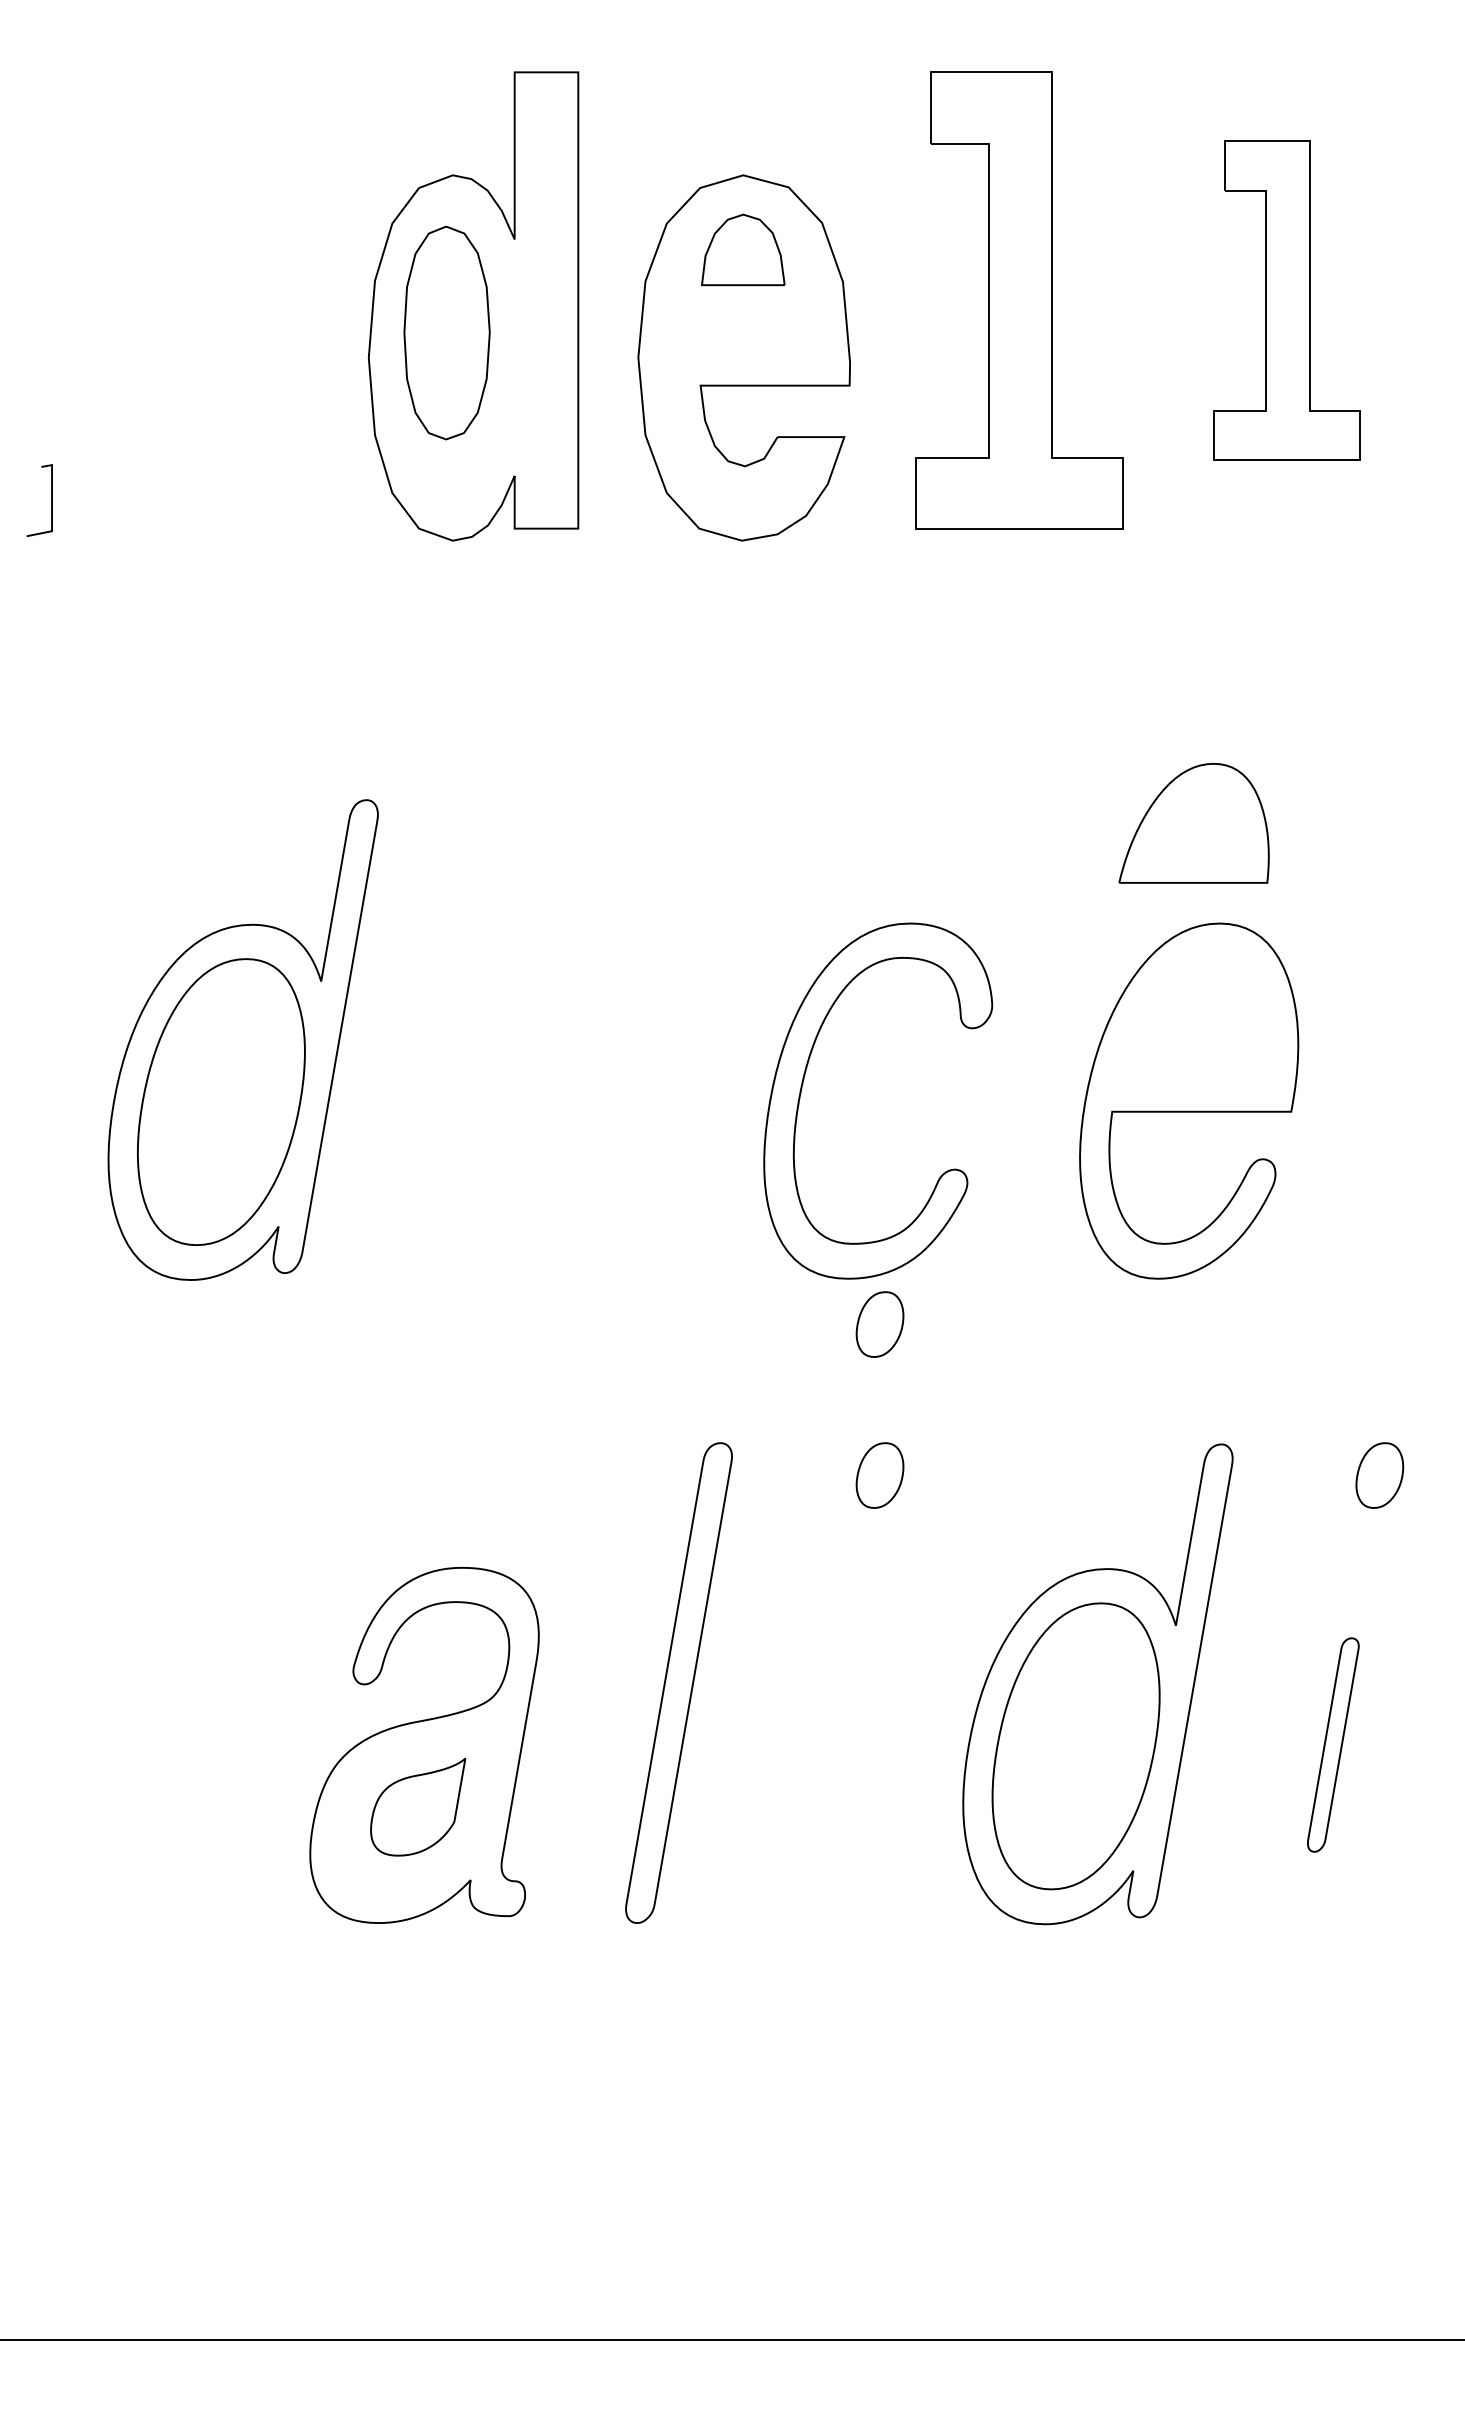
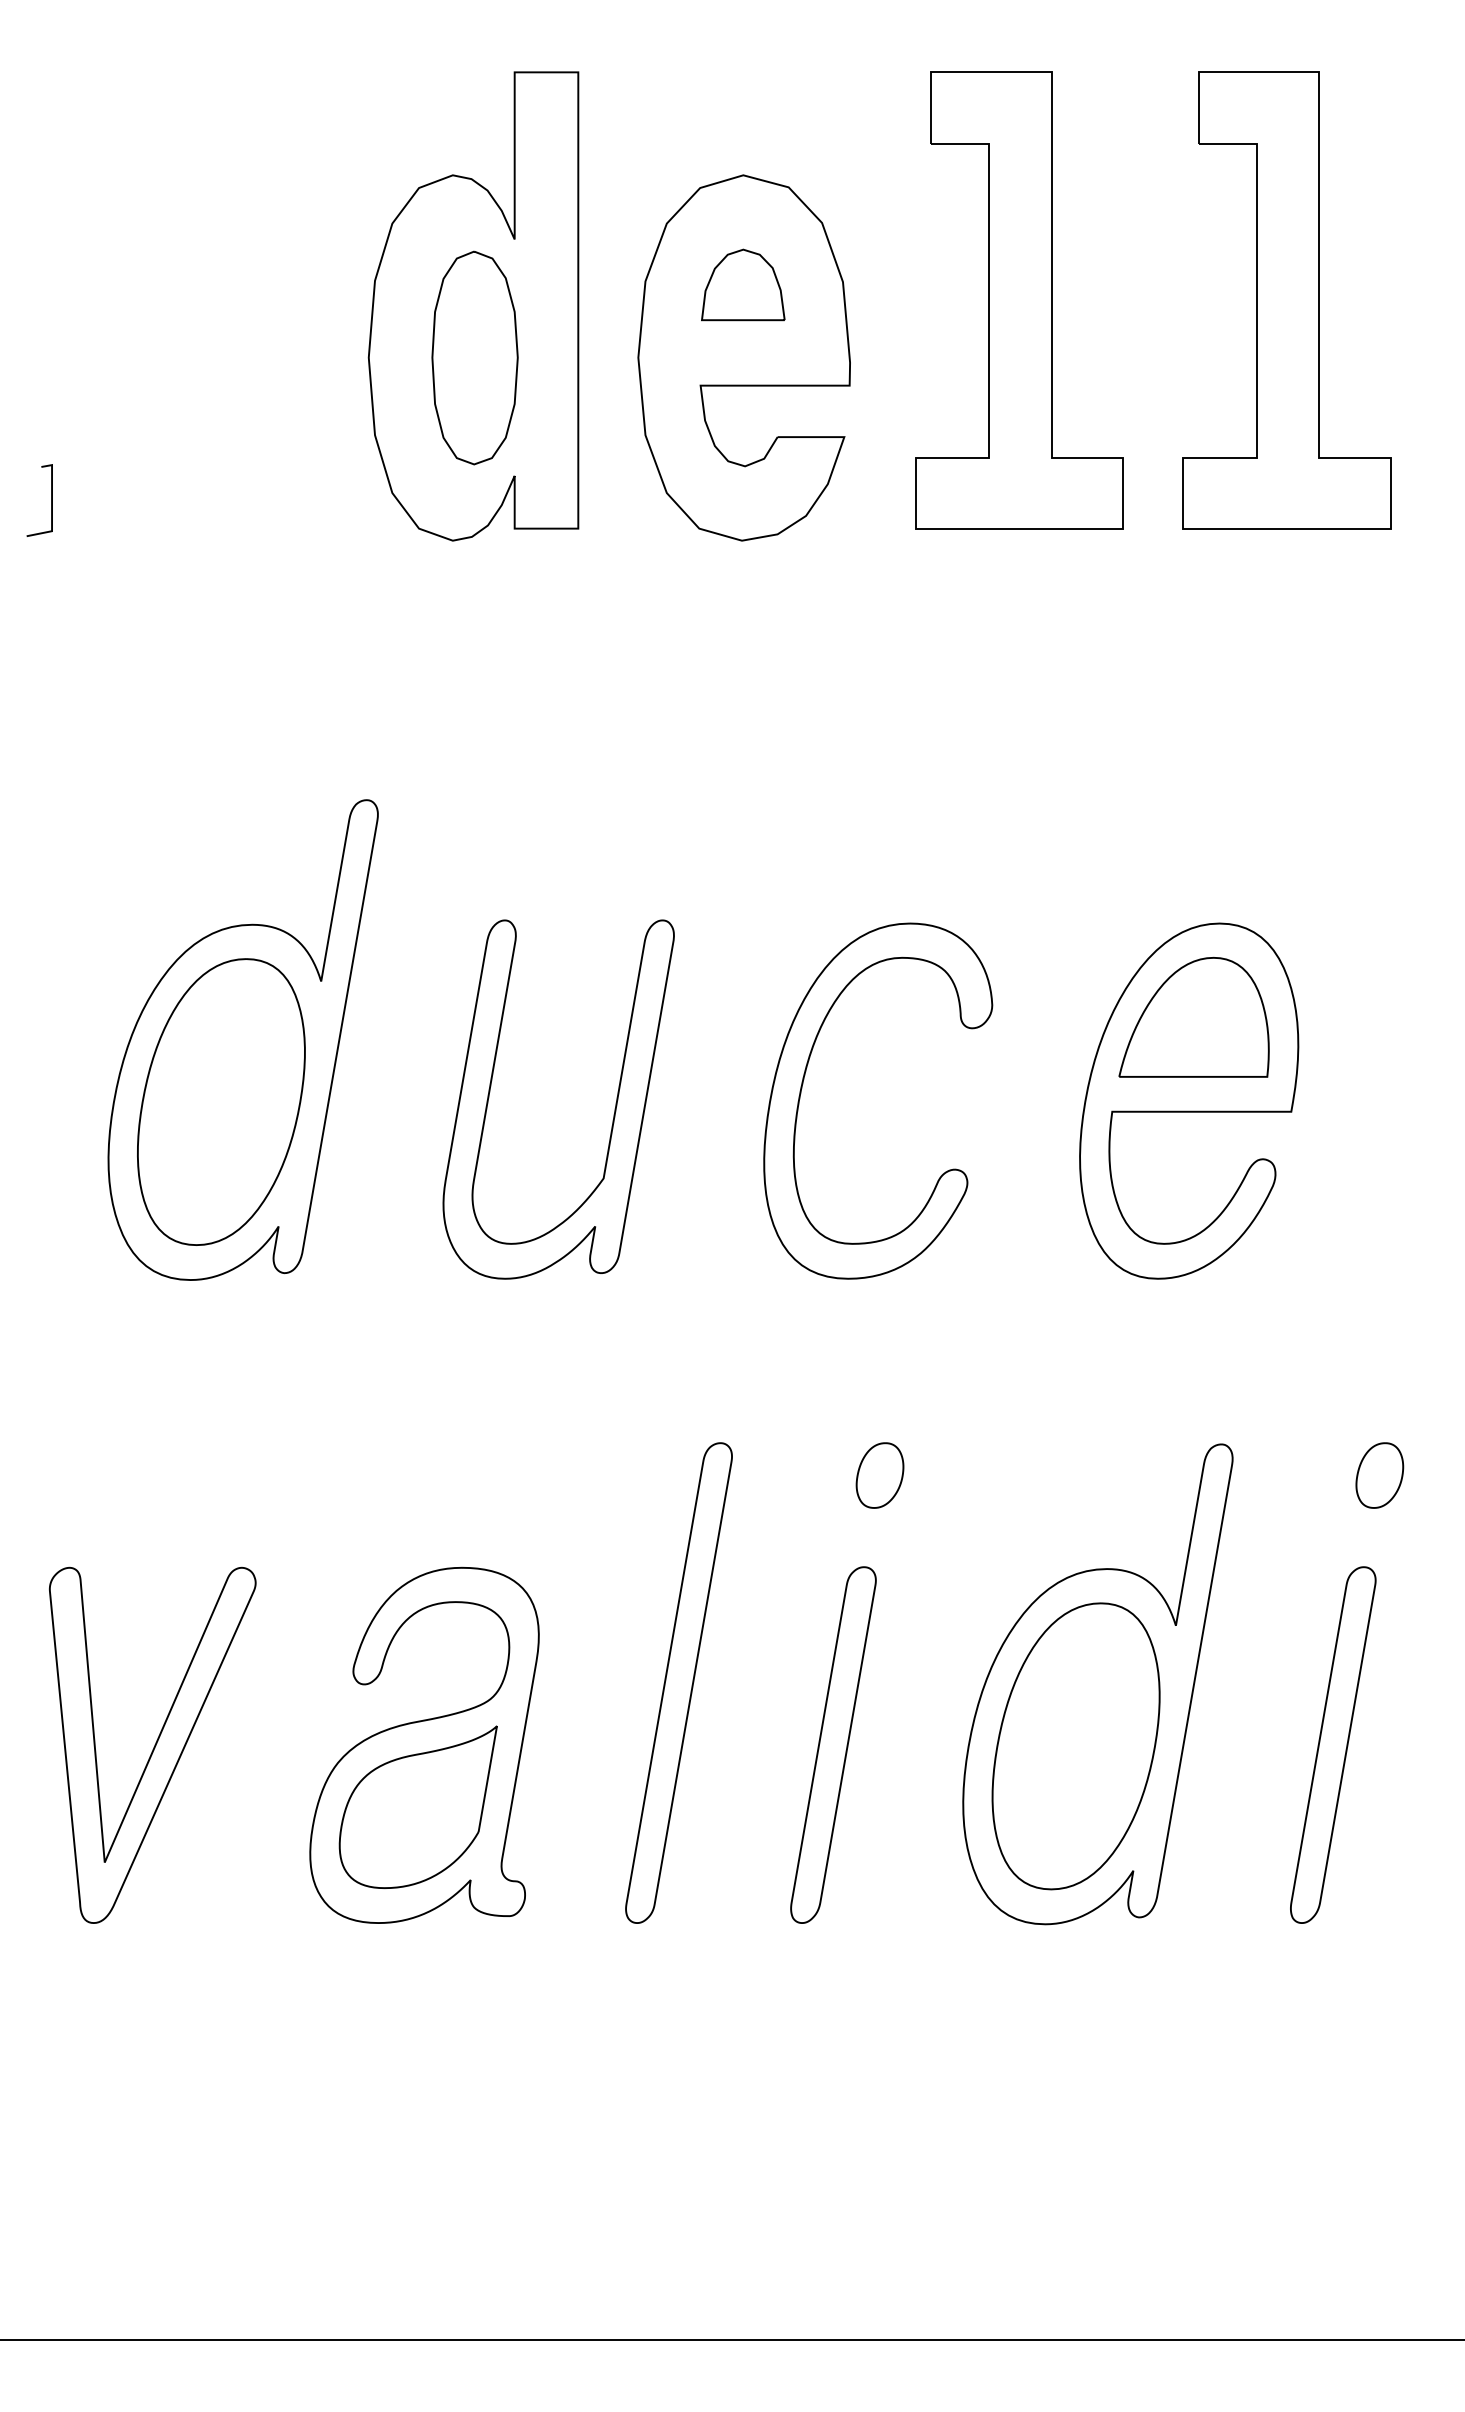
part at (743, 249) position: (743, 249) -> (743, 284)
part at (1286, 300) size: 148x321 px -> 210x459 px
part at (446, 332) position: (446, 332) -> (474, 357)
part at (1193, 823) position: (1193, 823) -> (1193, 1017)
part at (614, 1108): none -> present
part at (879, 1324): present -> none
part at (152, 1744): none -> present
part at (833, 1744): none -> present
part at (1333, 1744) size: 53x216 px -> 87x358 px
part at (418, 1807) size: 97x99 px -> 160x164 px
